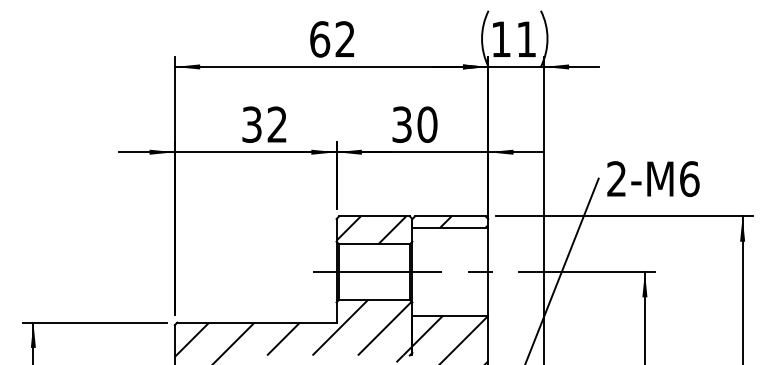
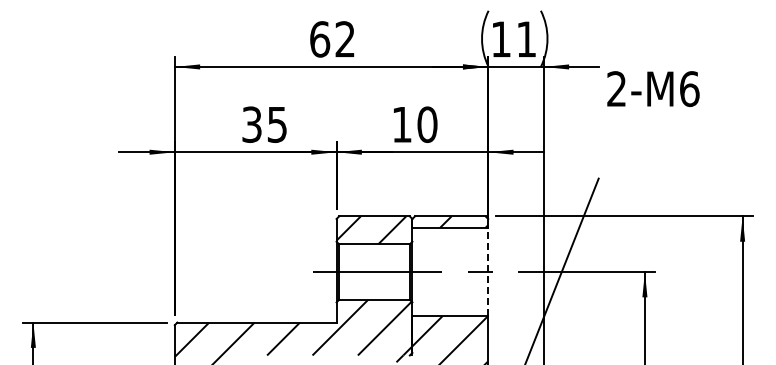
text at (276, 124): 32 -> 35
text at (401, 124): 30 -> 10
text at (653, 178) position: (653, 178) -> (653, 88)
line at (488, 271): solid -> dashed
